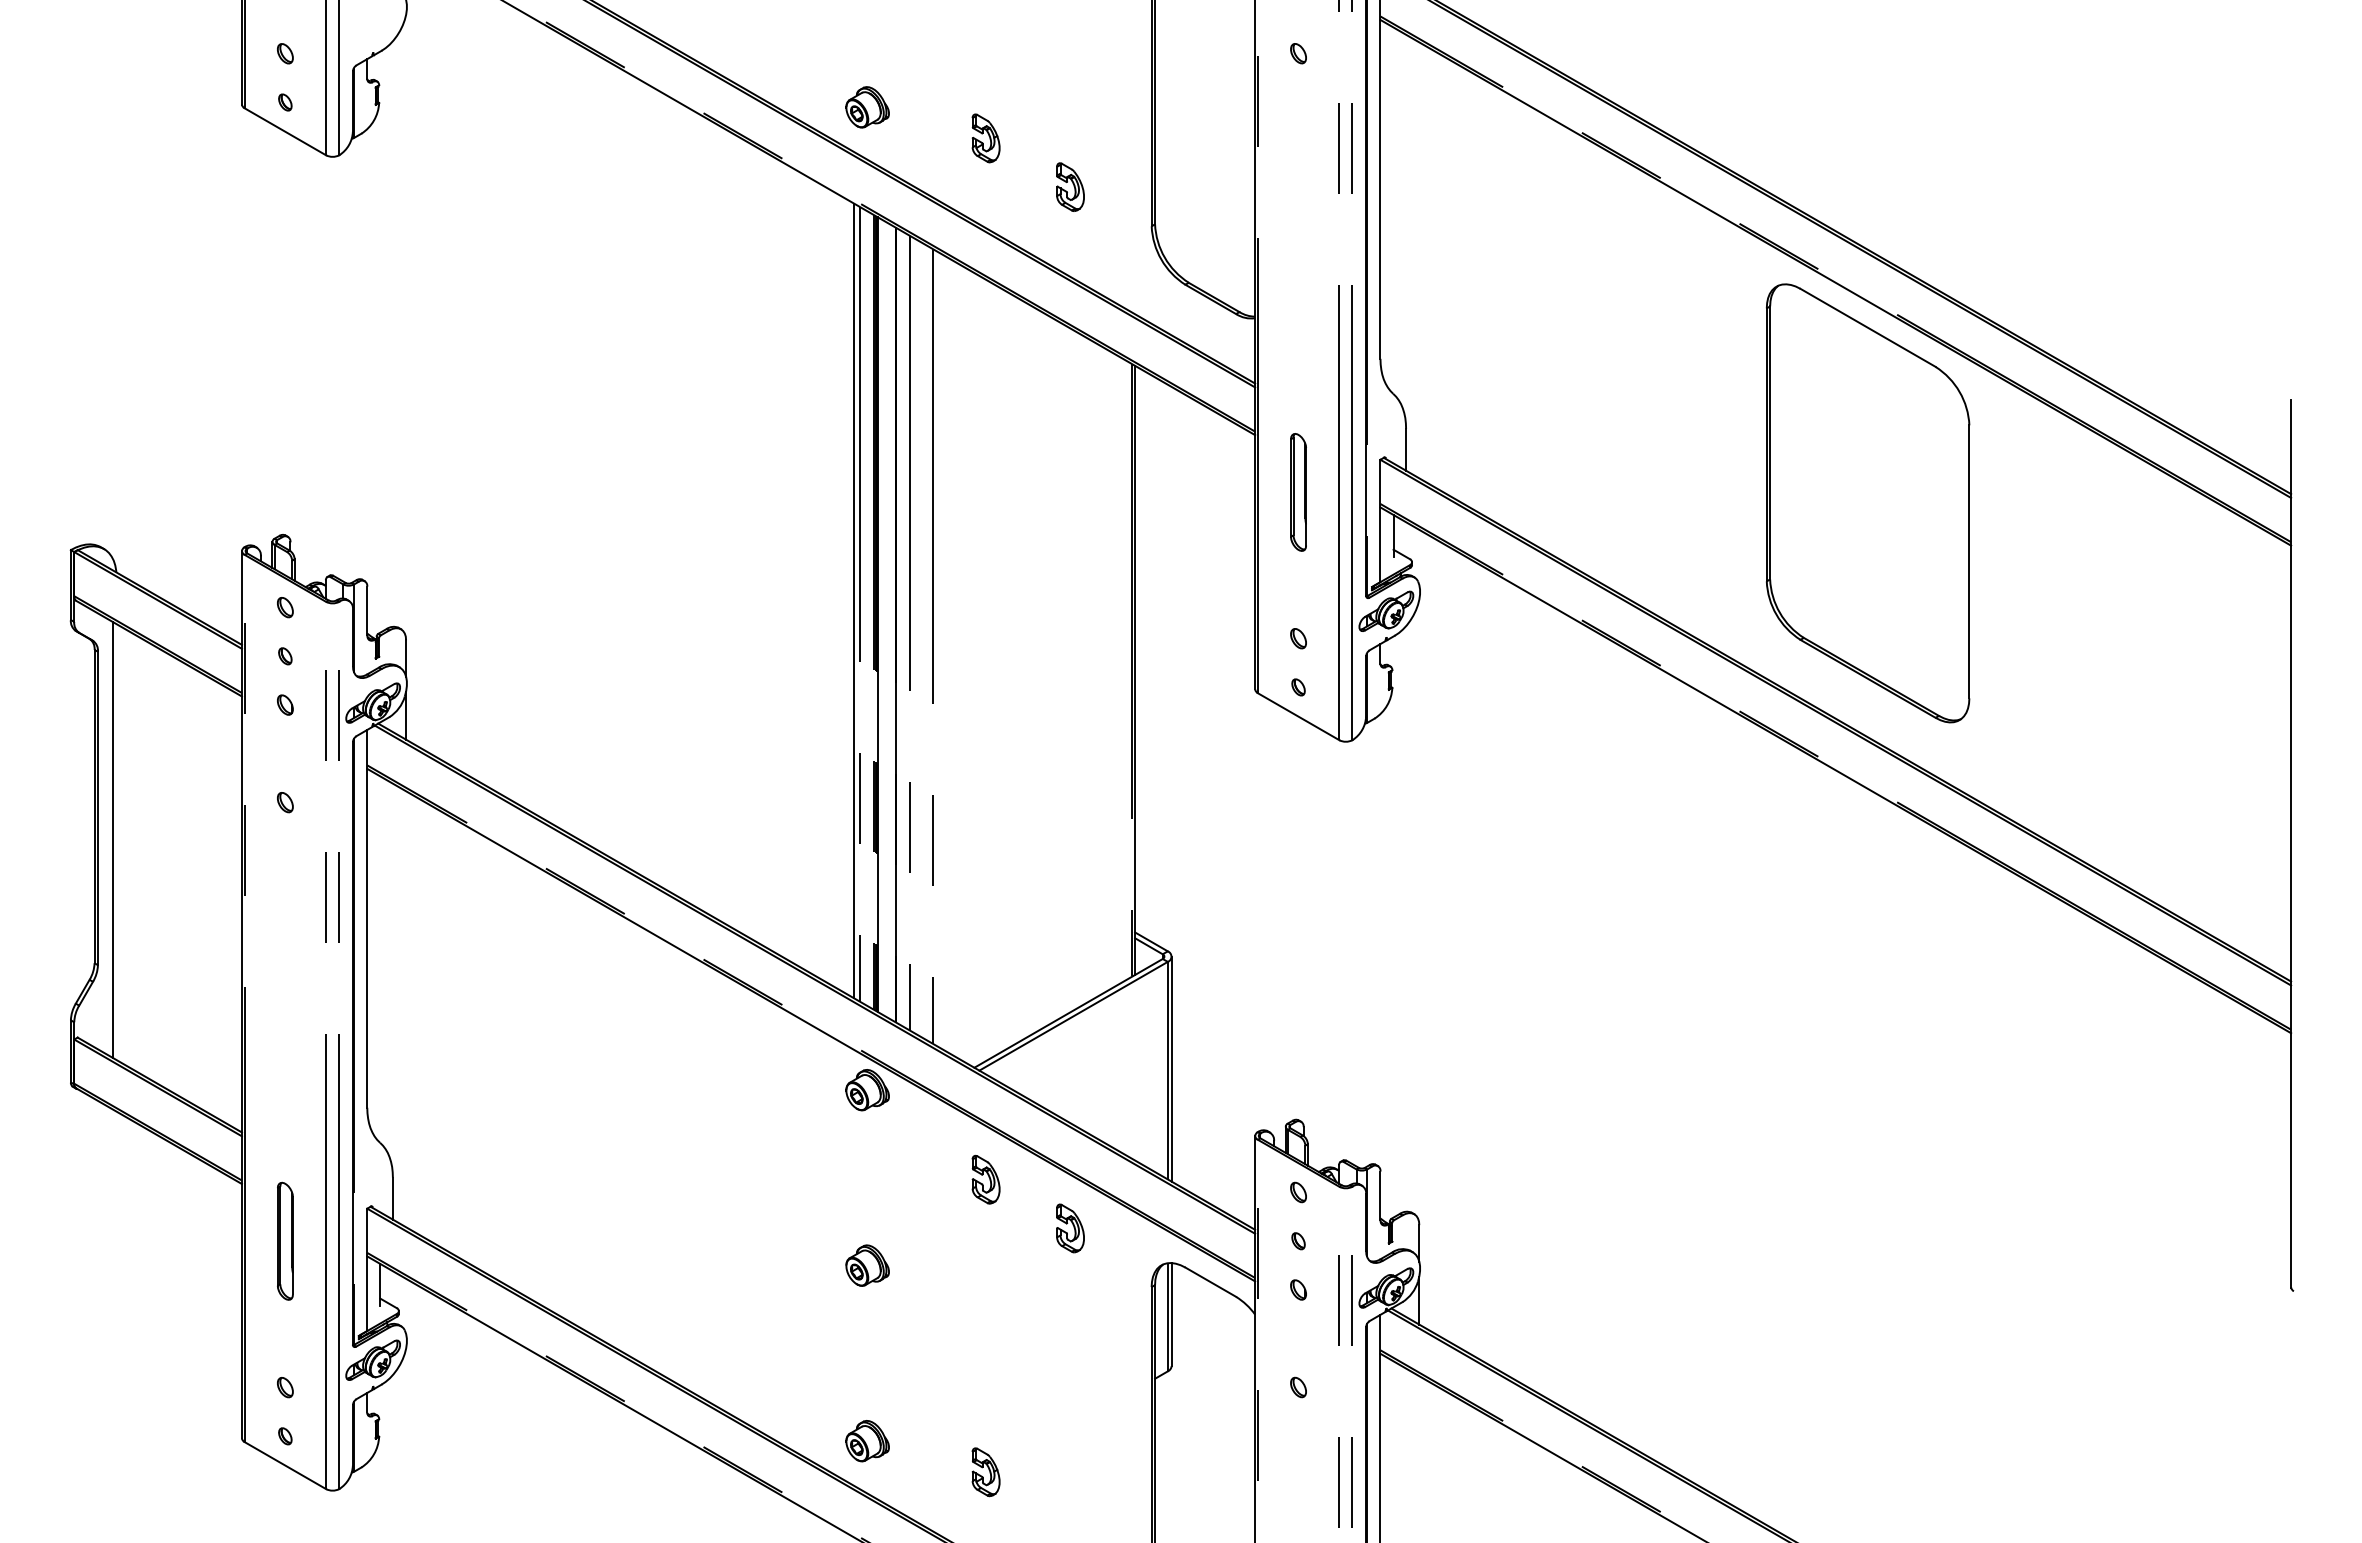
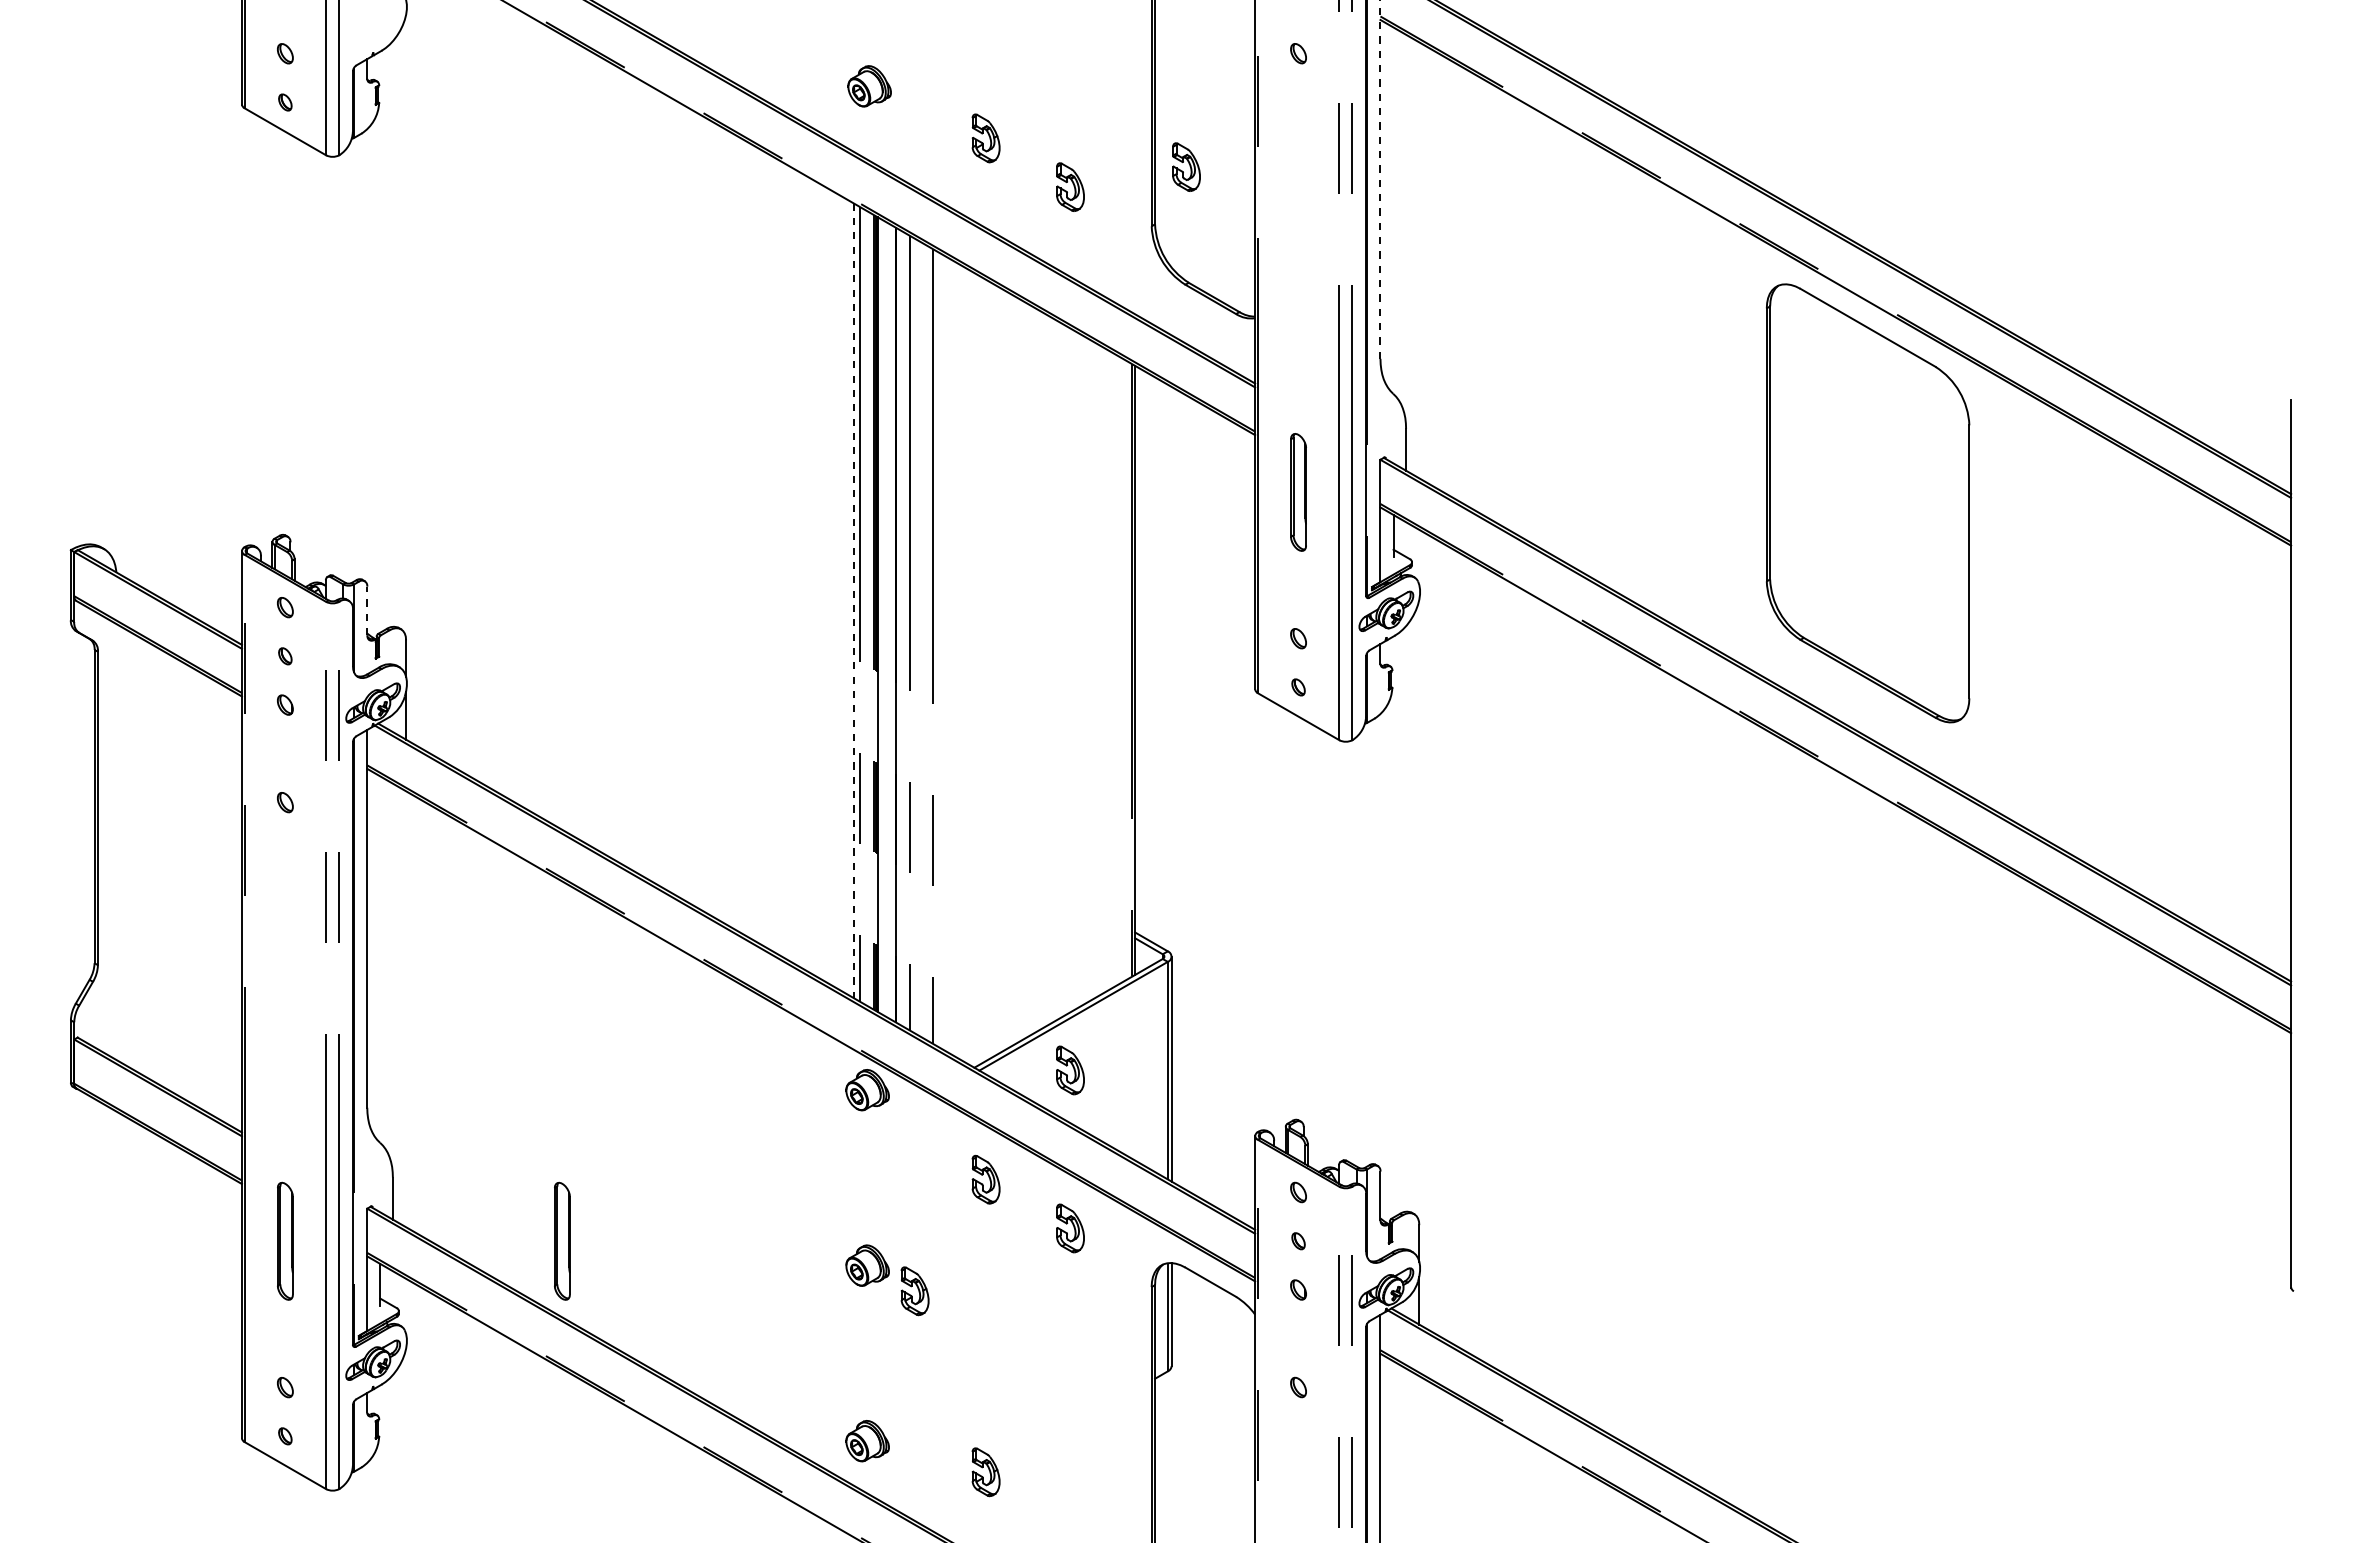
part at (867, 107) position: (867, 107) -> (869, 86)
part at (1186, 166): none -> present
line at (1380, 178): solid -> dashed
line at (854, 601): solid -> dashed
line at (367, 610): solid -> dashed
line at (113, 840): present -> none
part at (1070, 1070): none -> present
part at (562, 1240): none -> present
part at (914, 1291): none -> present
